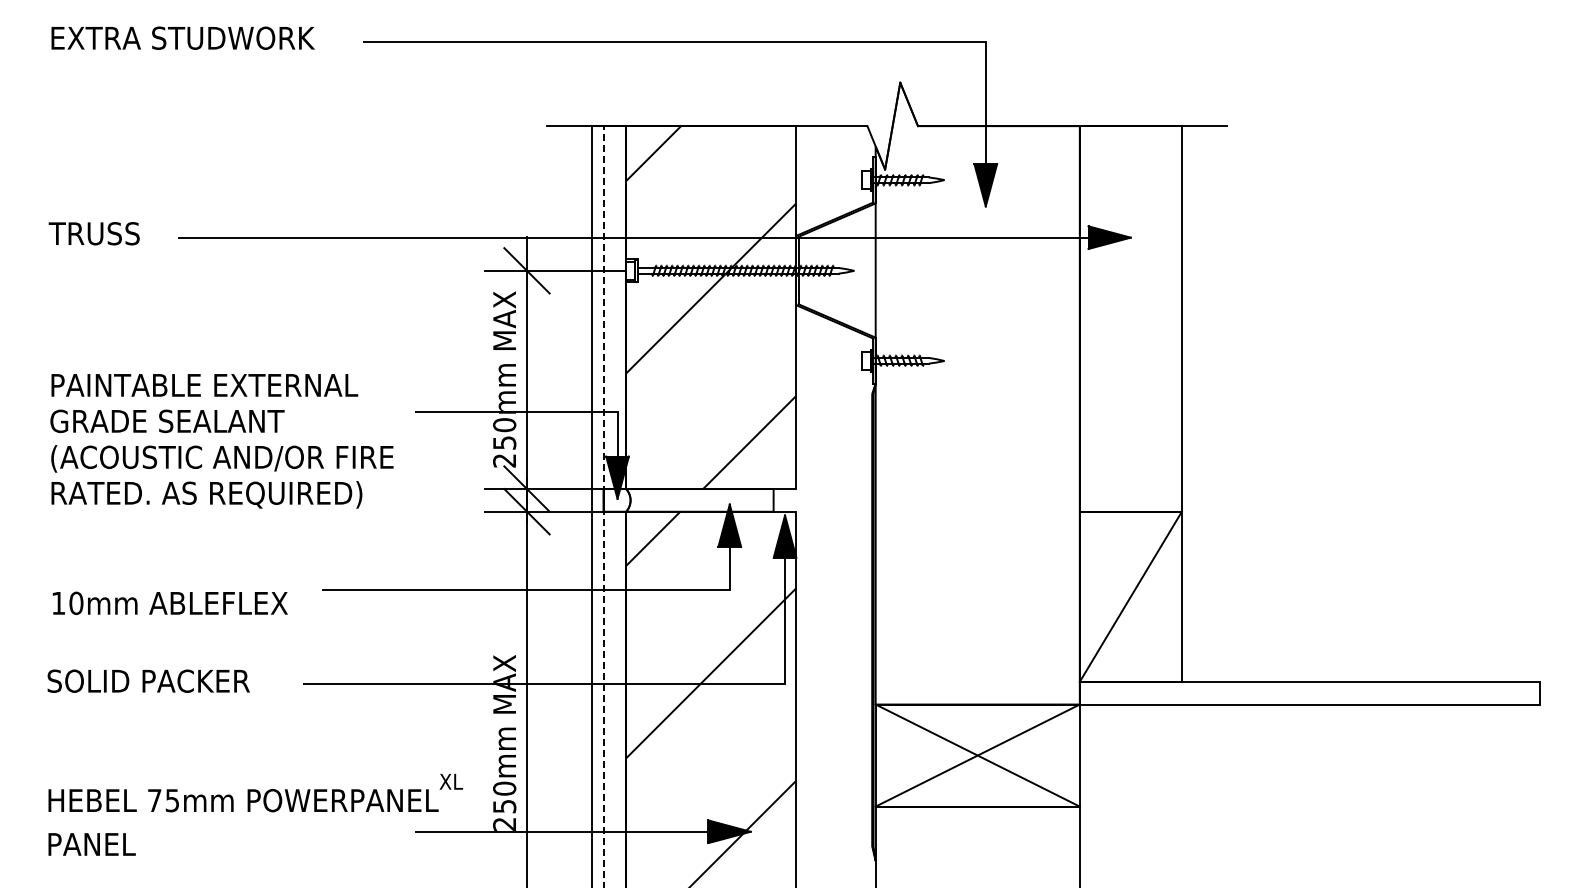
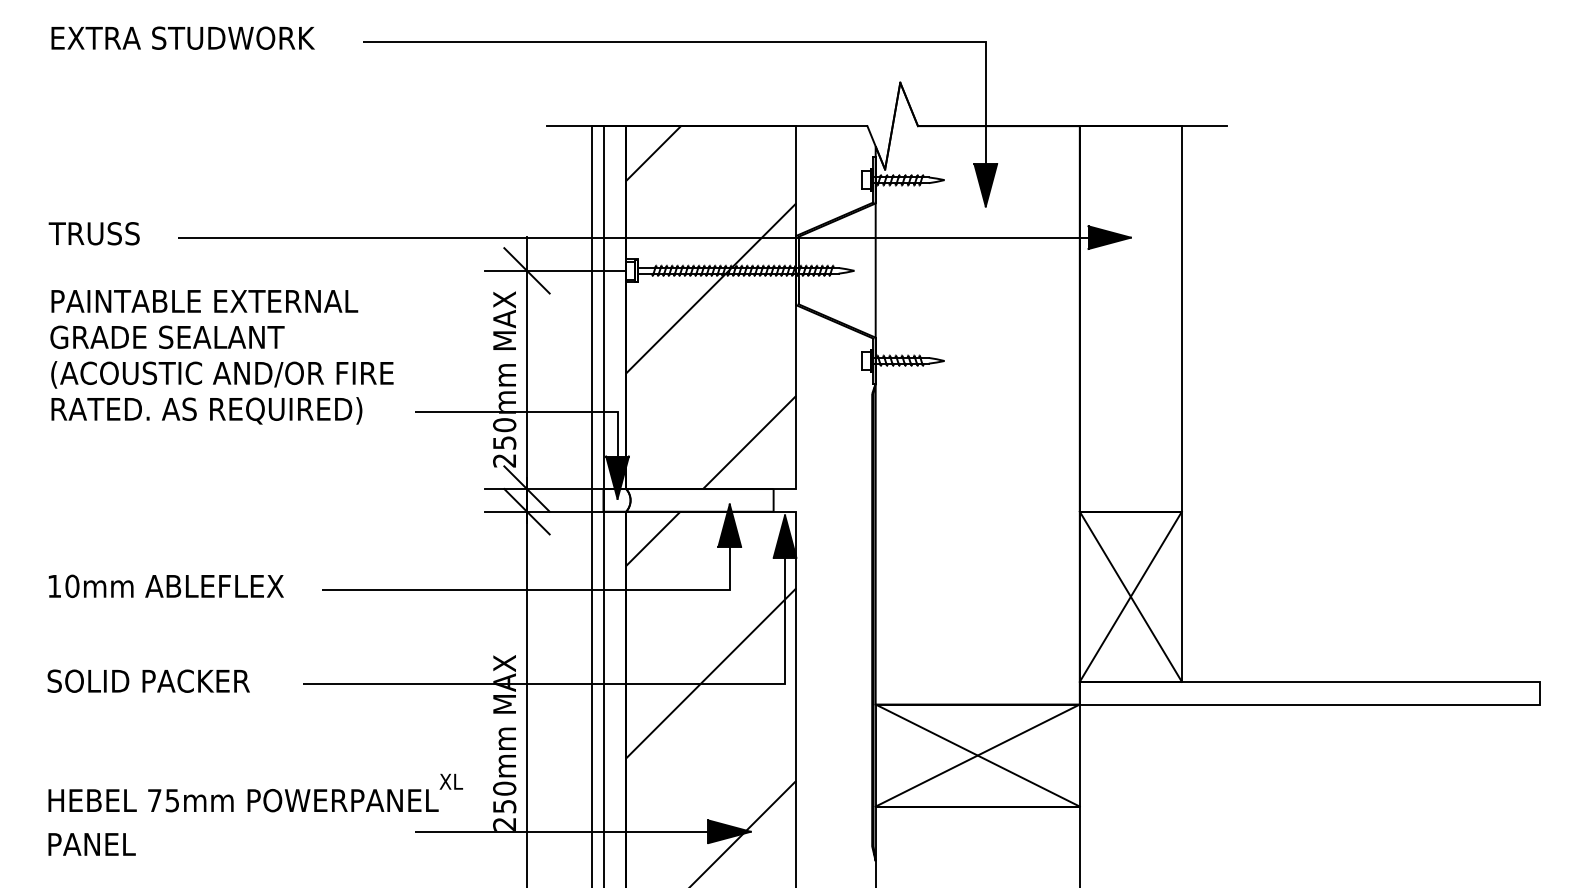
text at (221, 441) position: (221, 441) -> (221, 357)
line at (603, 506): dashed -> solid
line at (1130, 596): none -> present
text at (169, 602) position: (169, 602) -> (165, 585)
